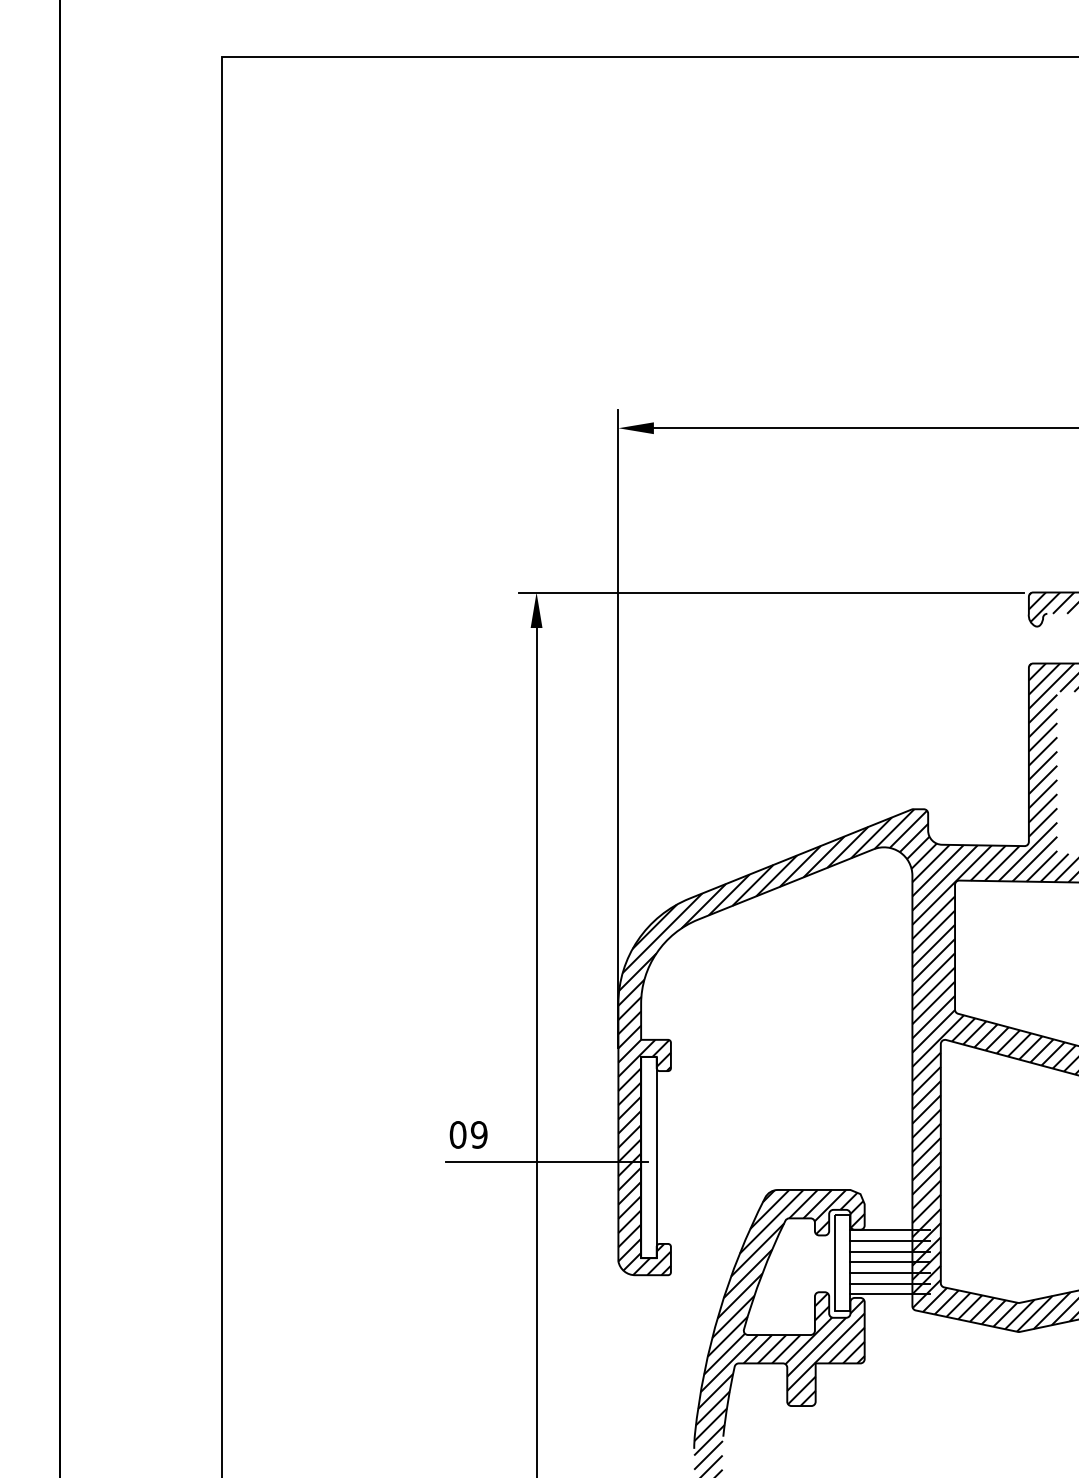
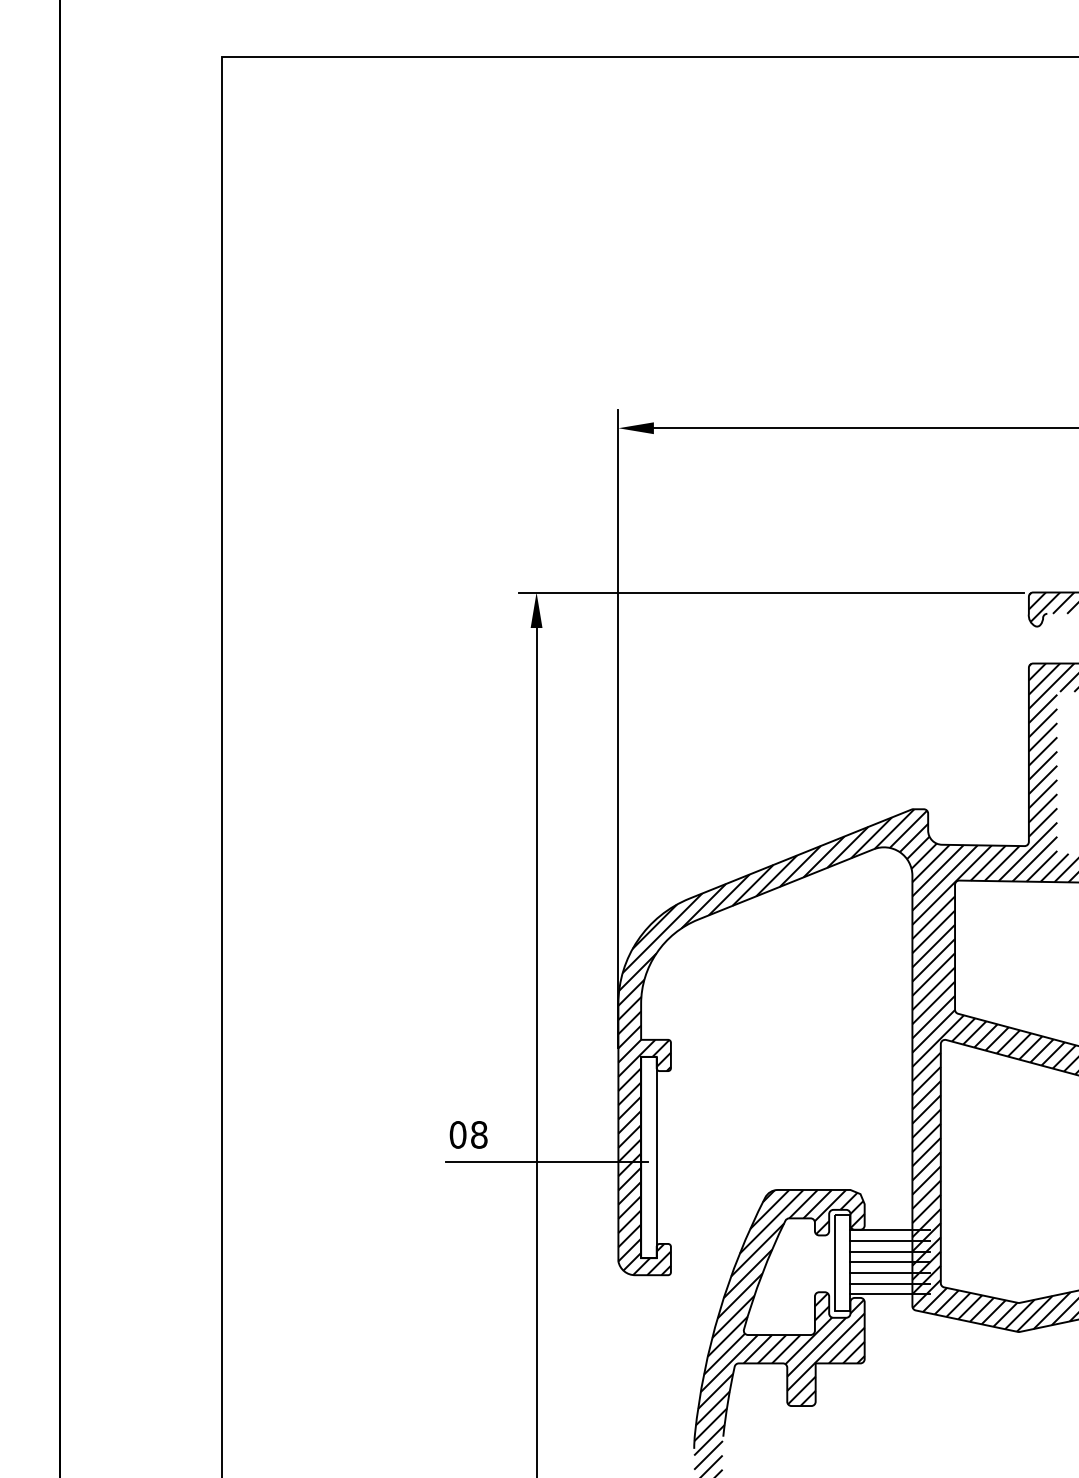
text at (478, 1134): 09 -> 08
